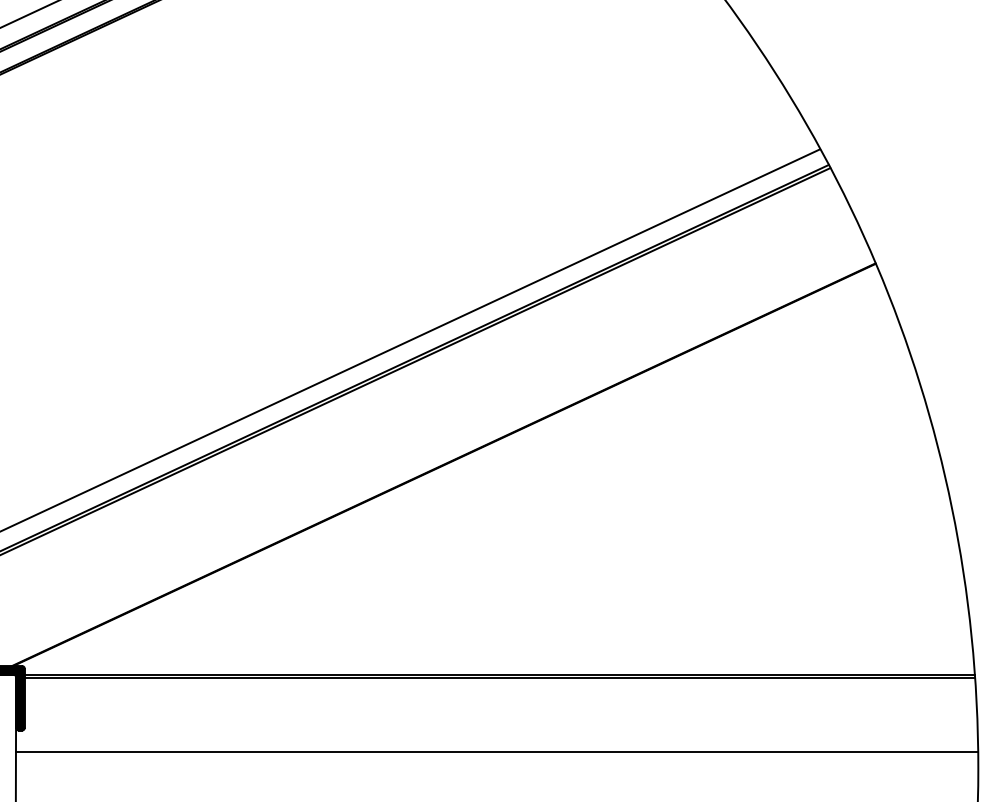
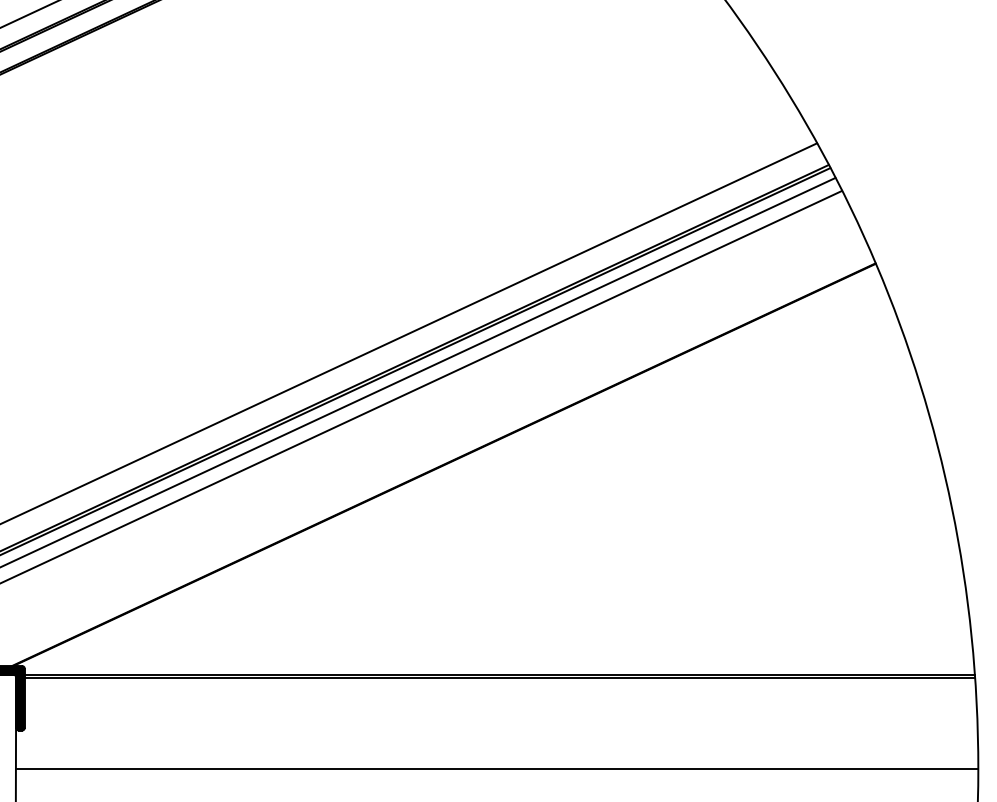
line at (411, 339) position: (411, 339) -> (409, 333)
line at (418, 371): none -> present
line at (422, 386): none -> present
line at (496, 752) position: (496, 752) -> (496, 769)
